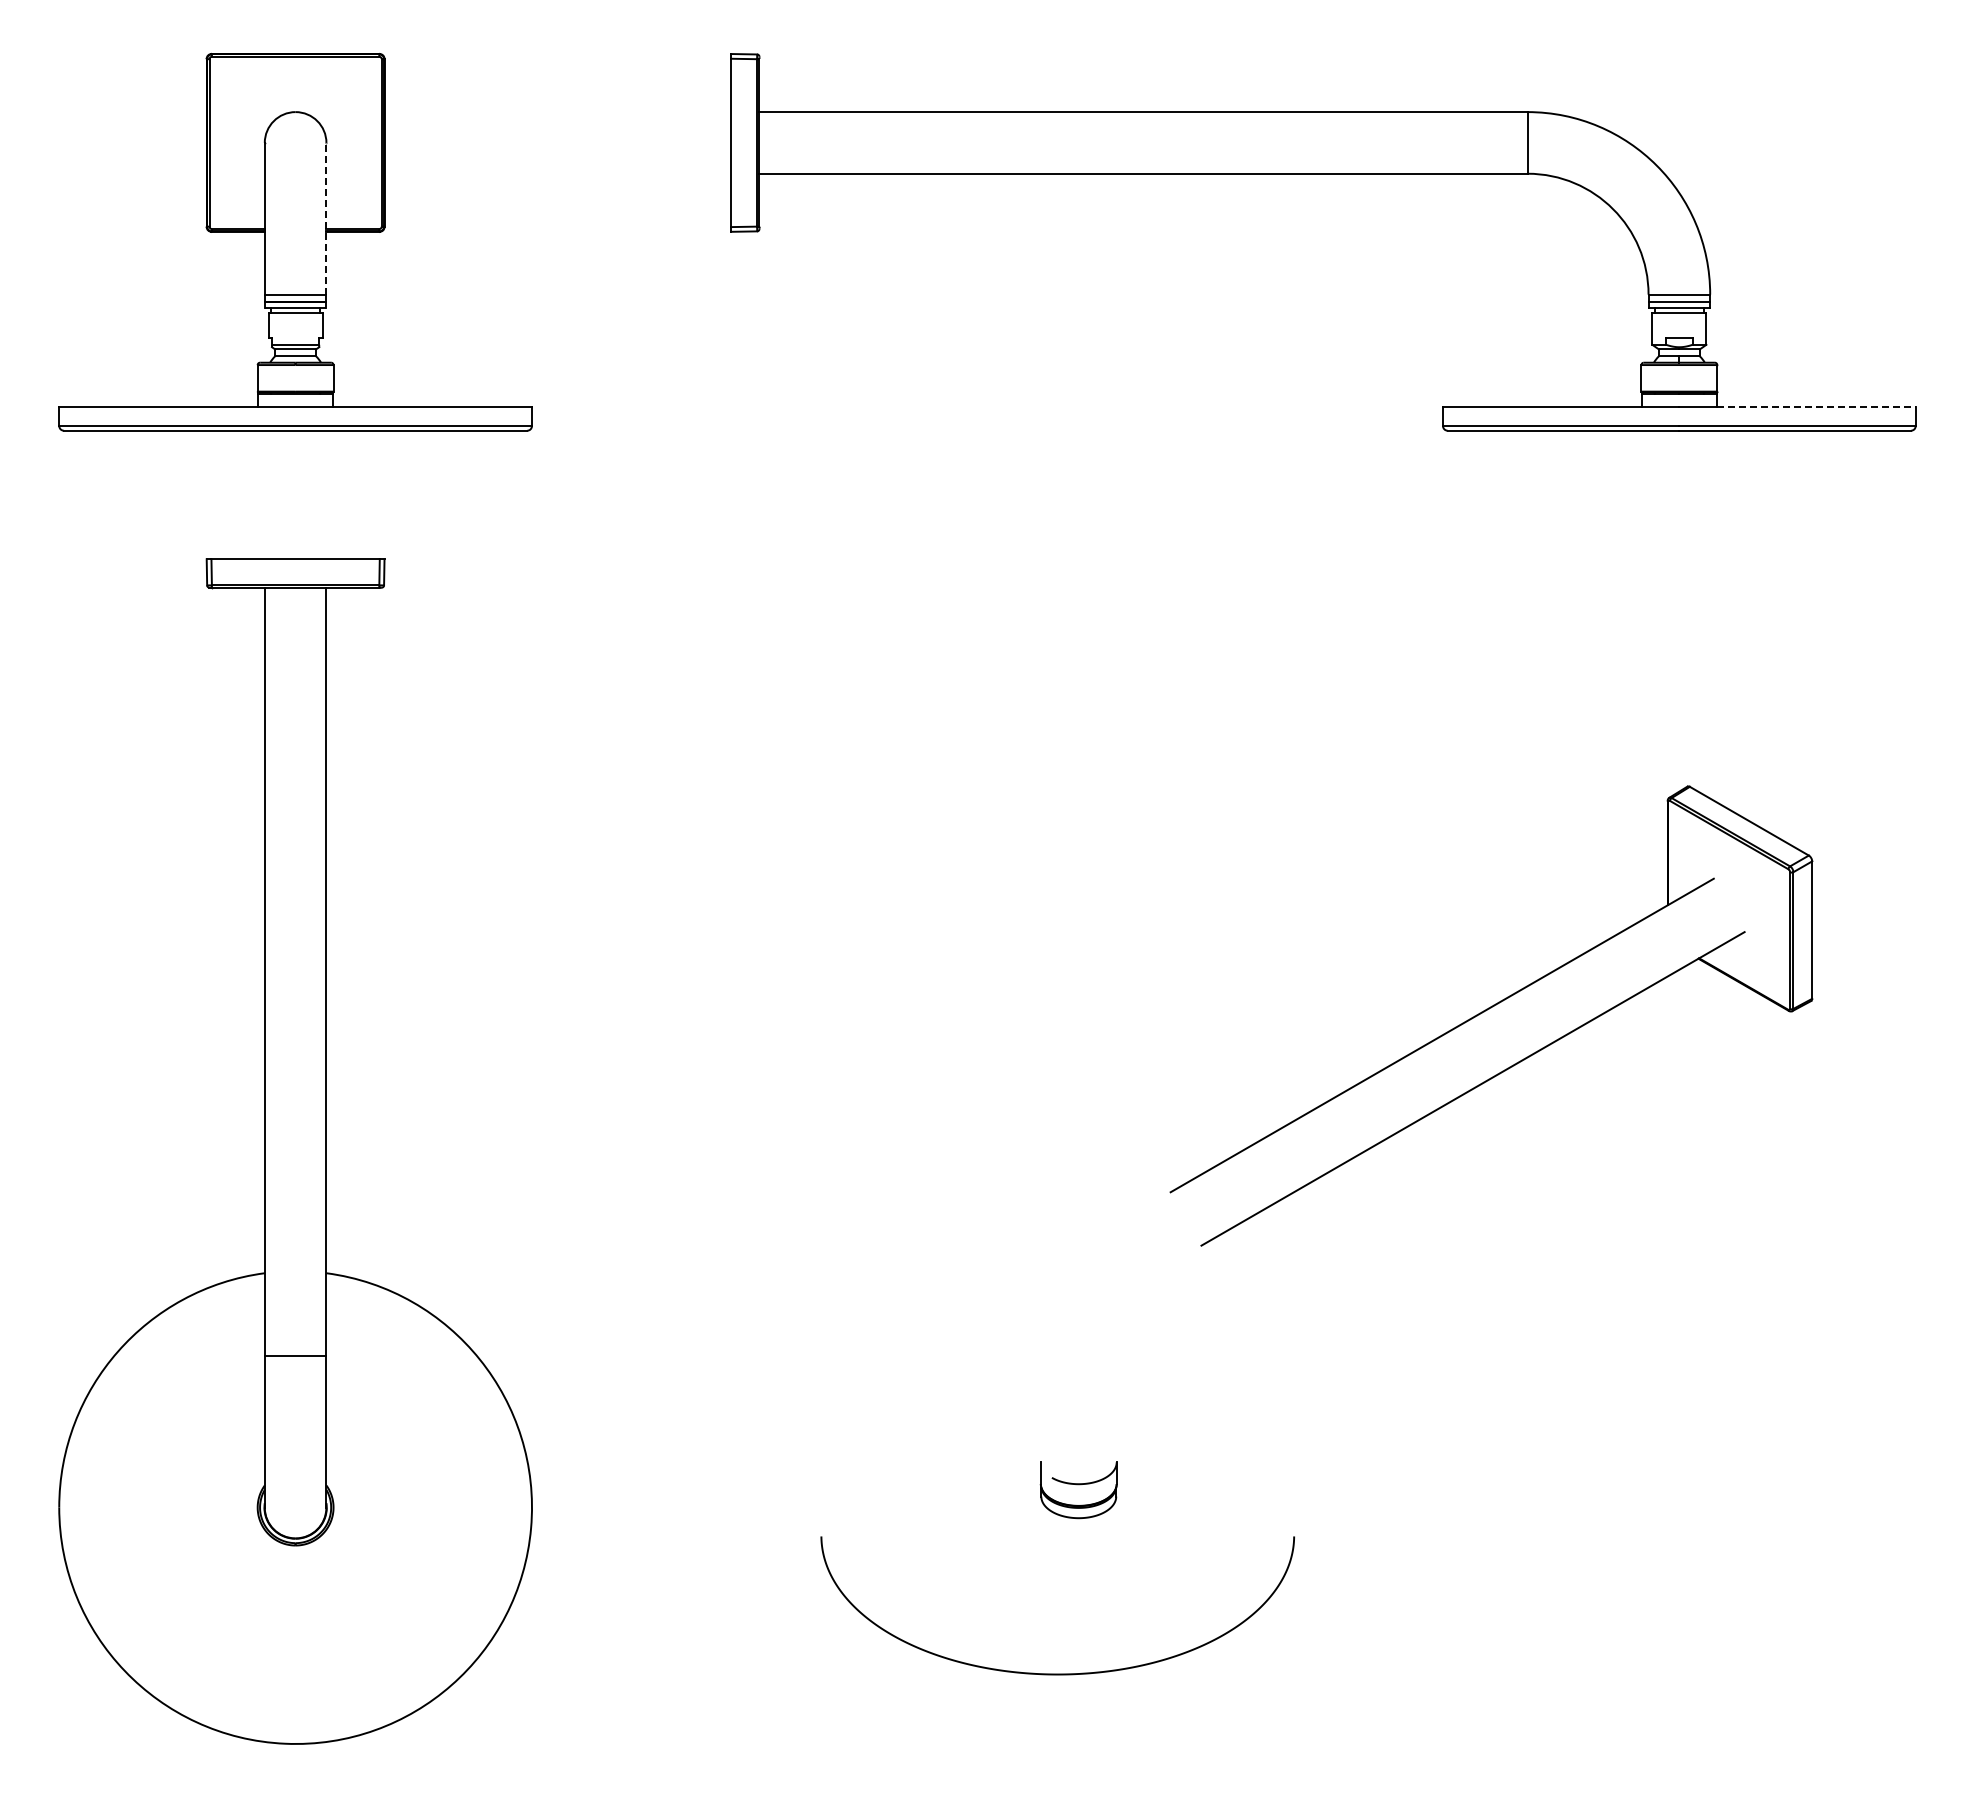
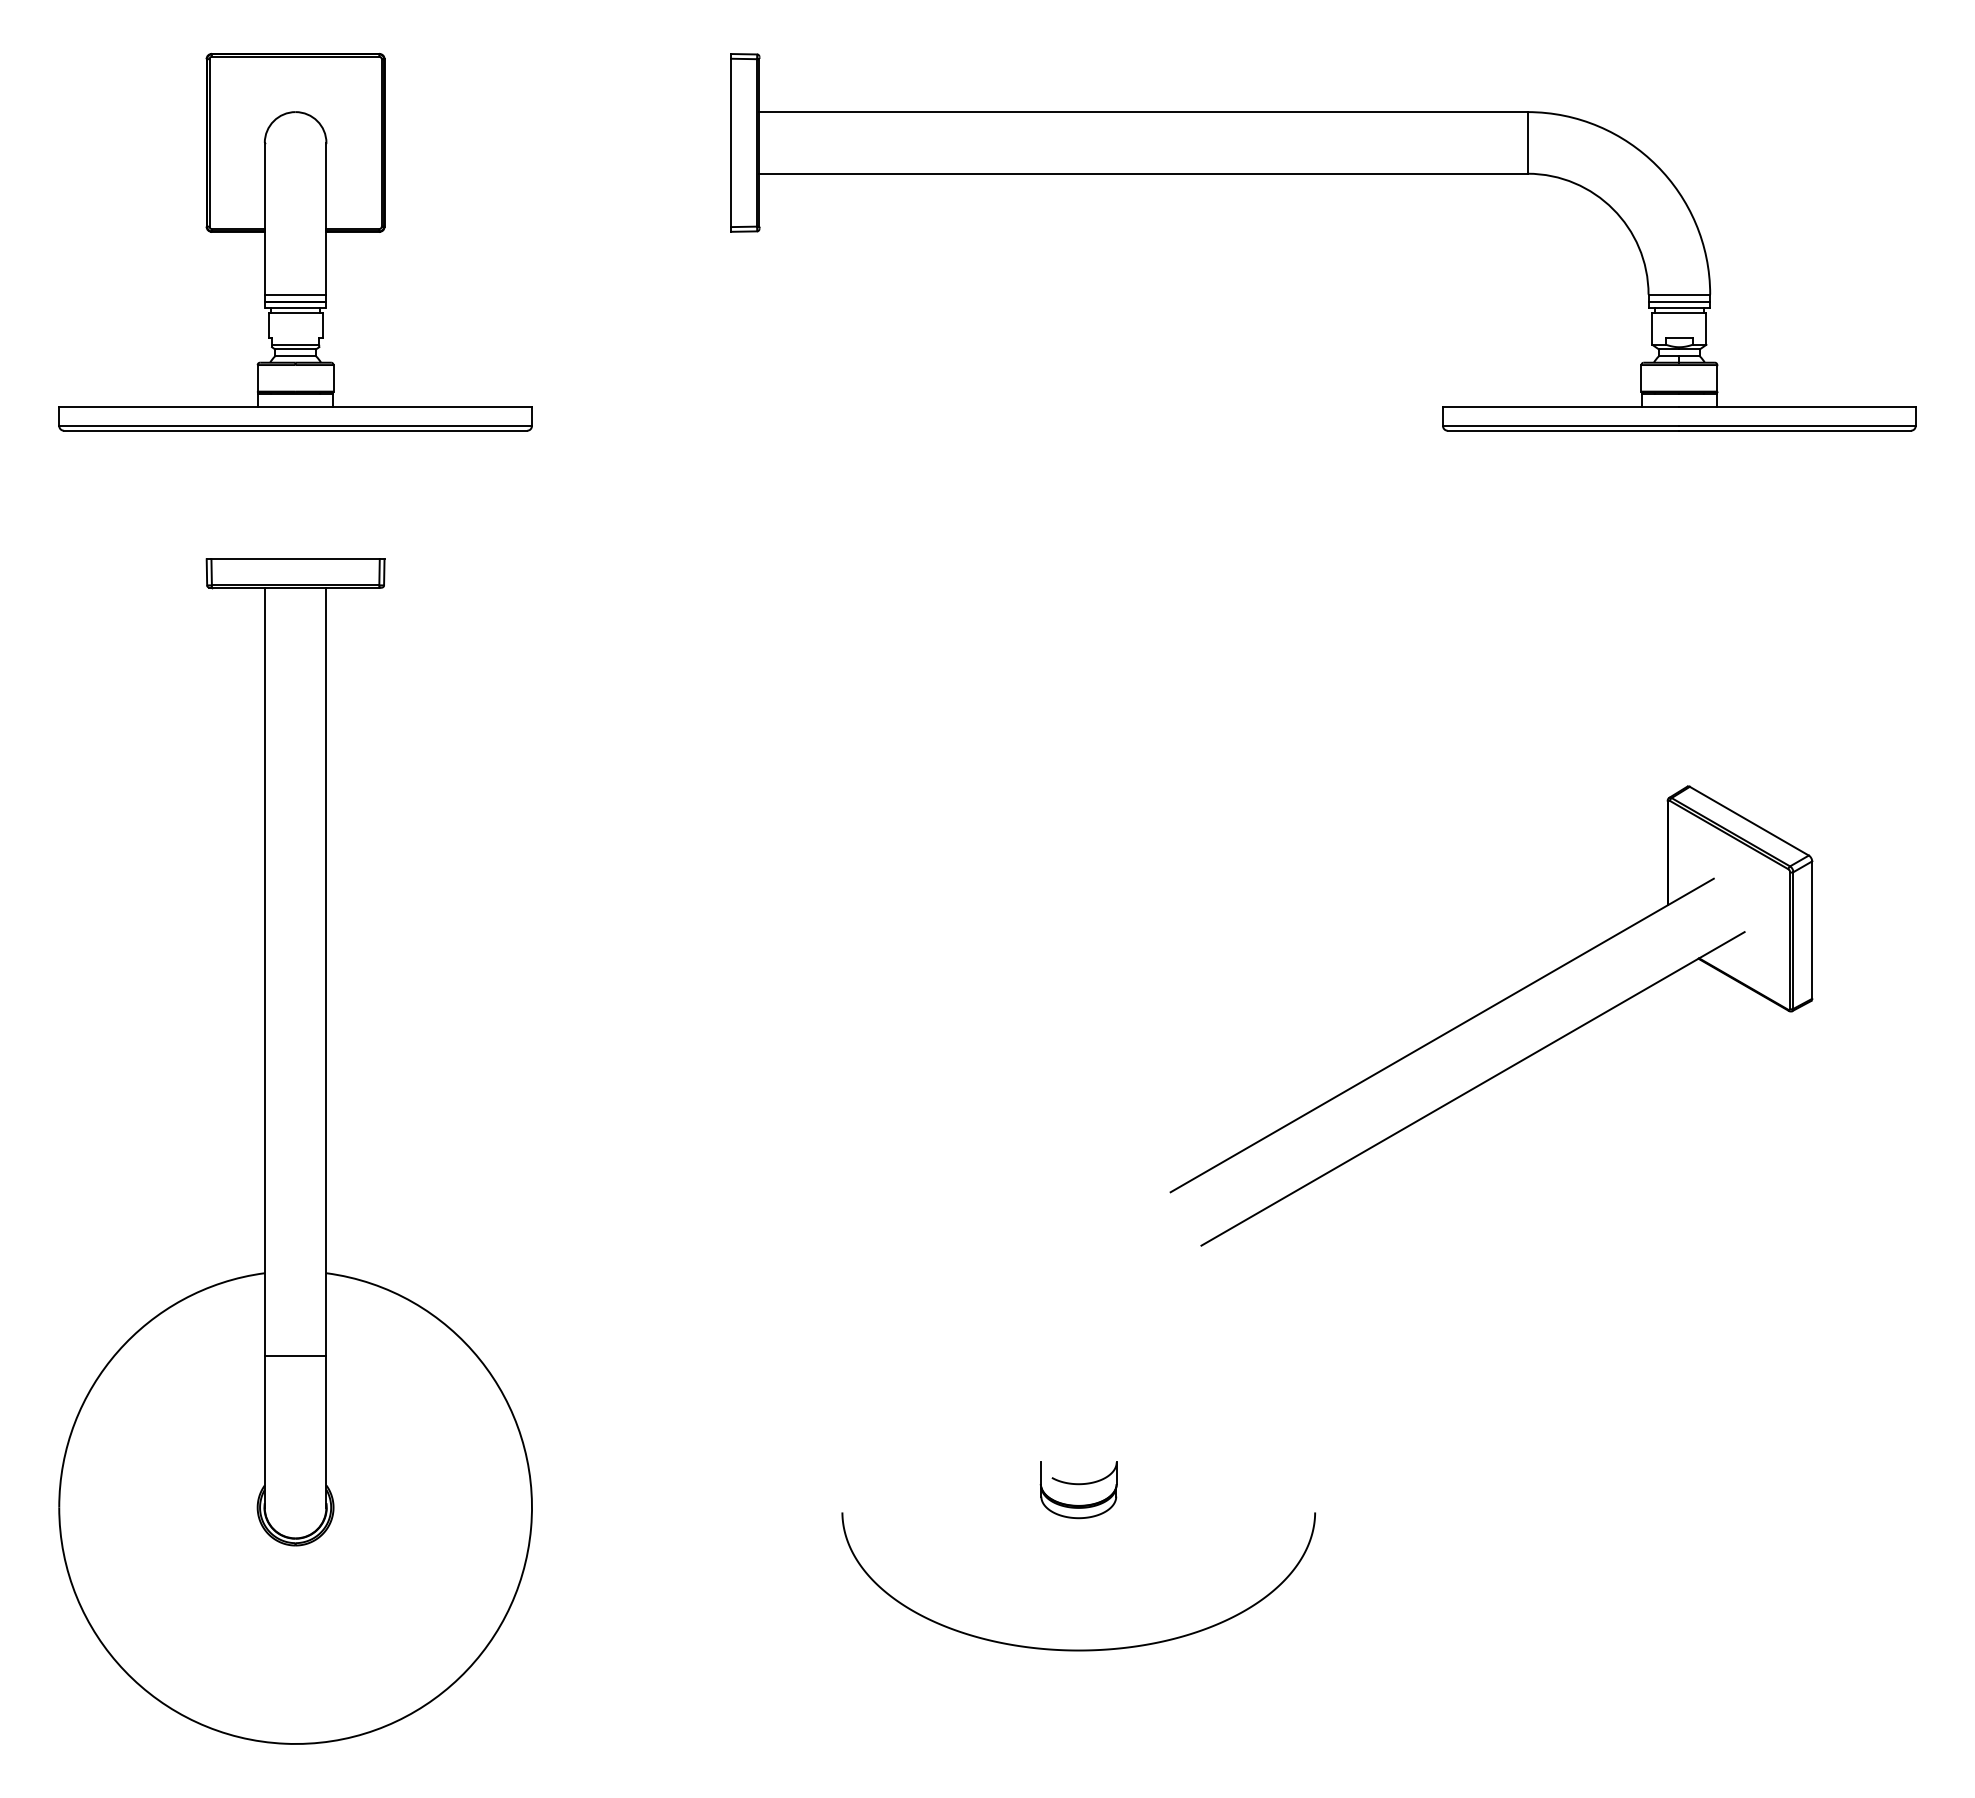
line at (326, 218): dashed -> solid
line at (1816, 407): dashed -> solid
curve at (1057, 1673) position: (1057, 1673) -> (1078, 1649)
